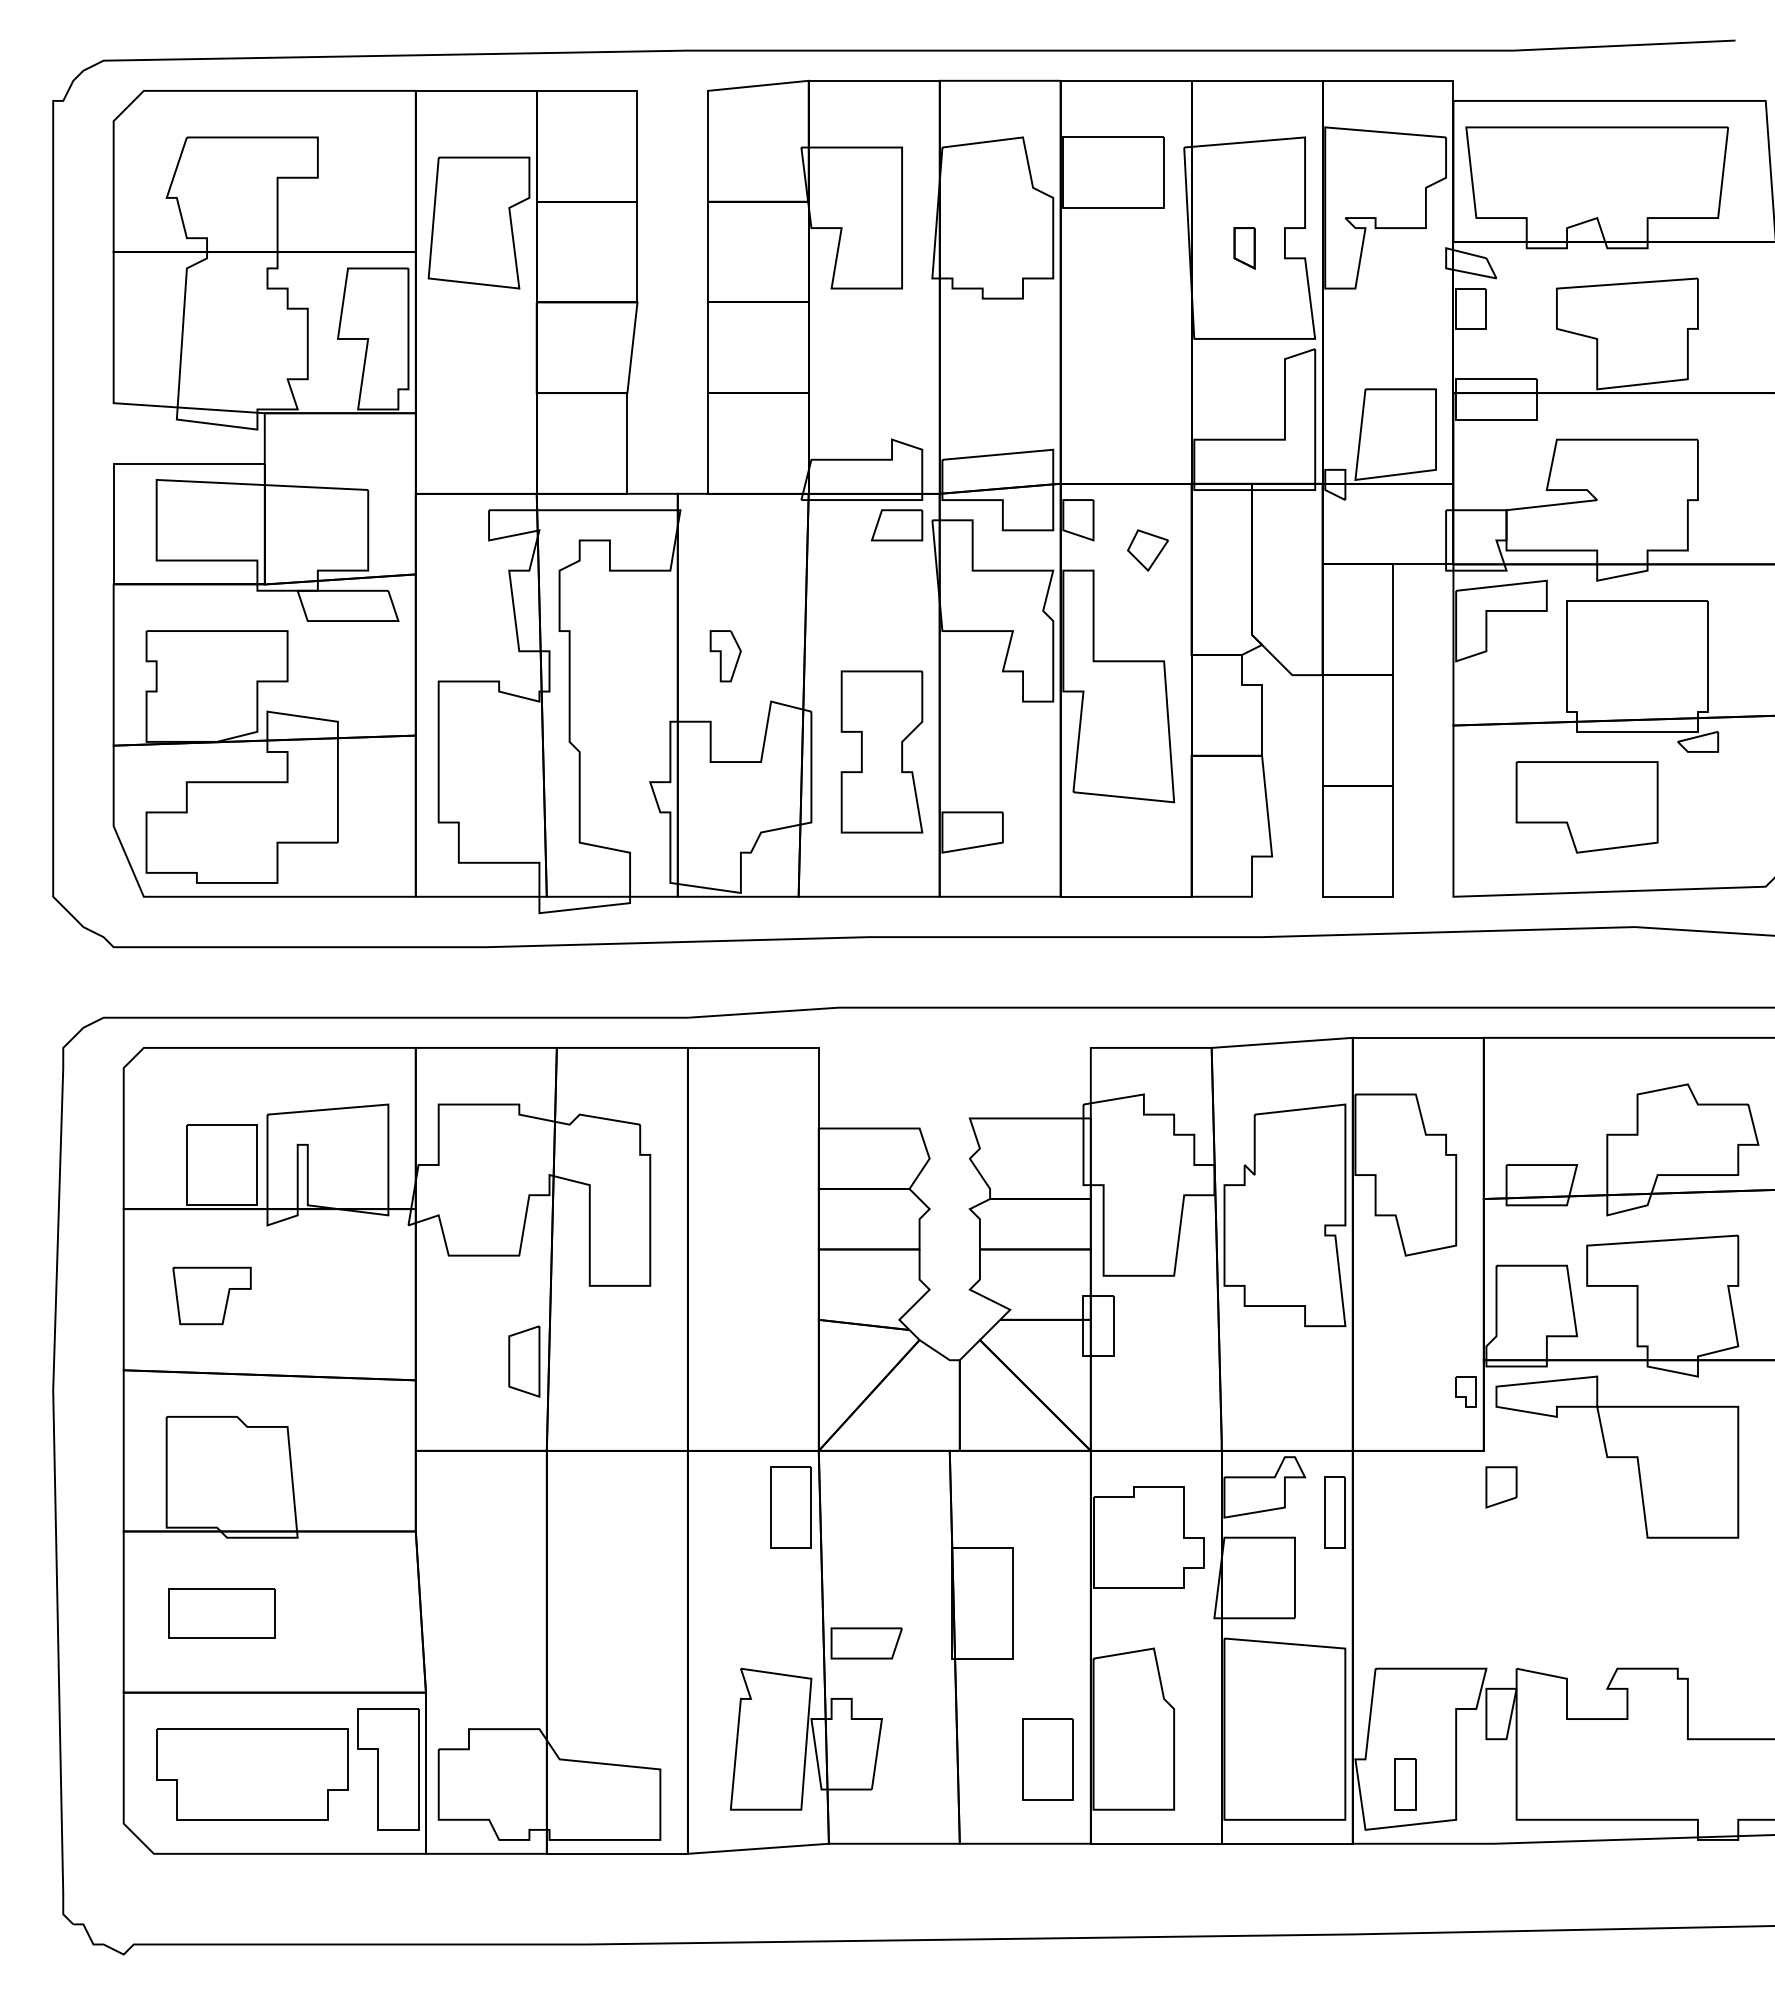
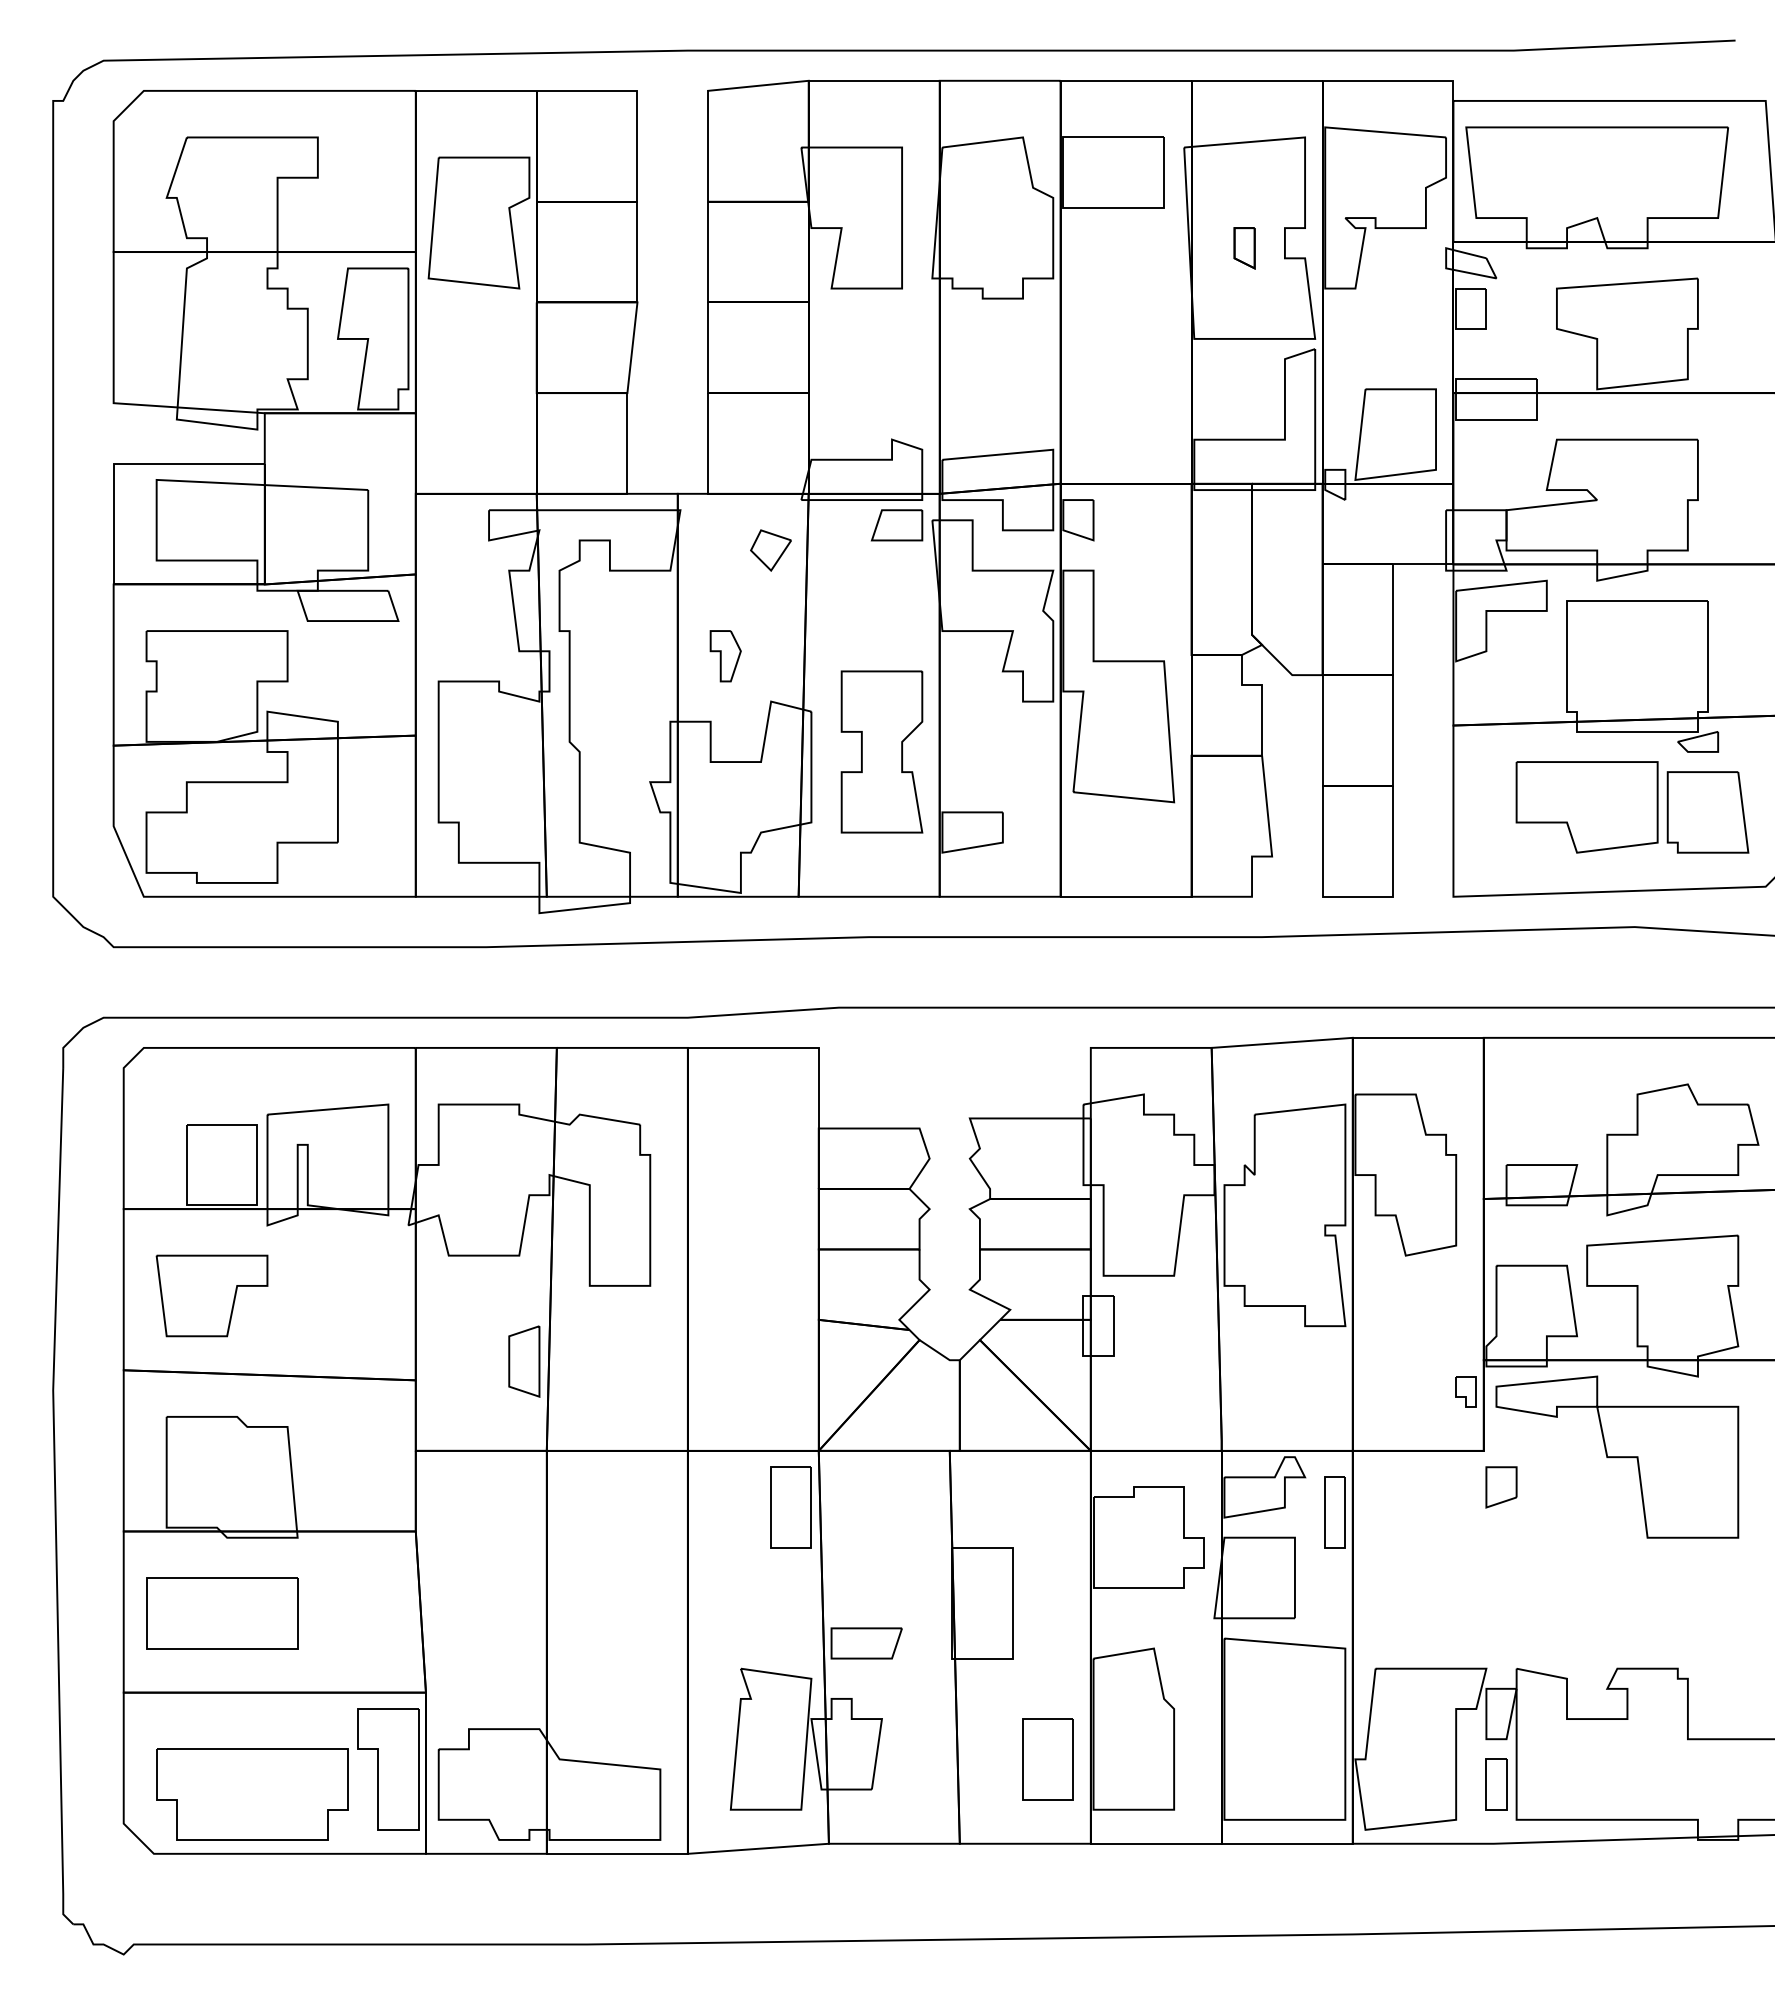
part at (1147, 550) position: (1147, 550) -> (770, 550)
part at (1707, 812): none -> present
part at (211, 1295) size: 80x60 px -> 114x84 px
part at (221, 1613) size: 108x51 px -> 153x73 px
part at (252, 1774) position: (252, 1774) -> (252, 1794)
part at (1405, 1784) position: (1405, 1784) -> (1496, 1784)
